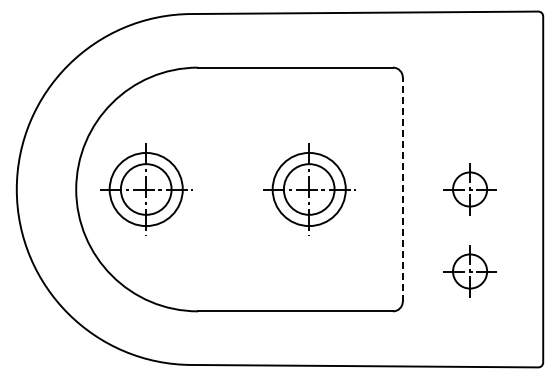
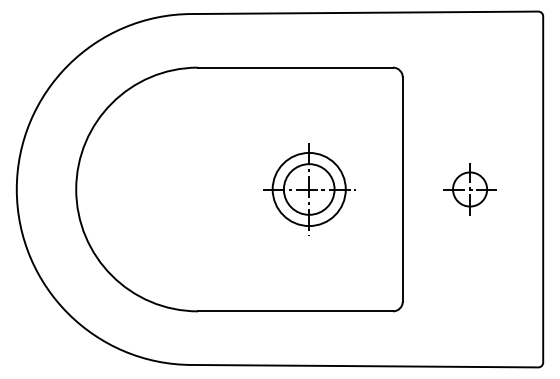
part at (146, 189): present -> none
line at (402, 189): dashed -> solid
part at (469, 271): present -> none
